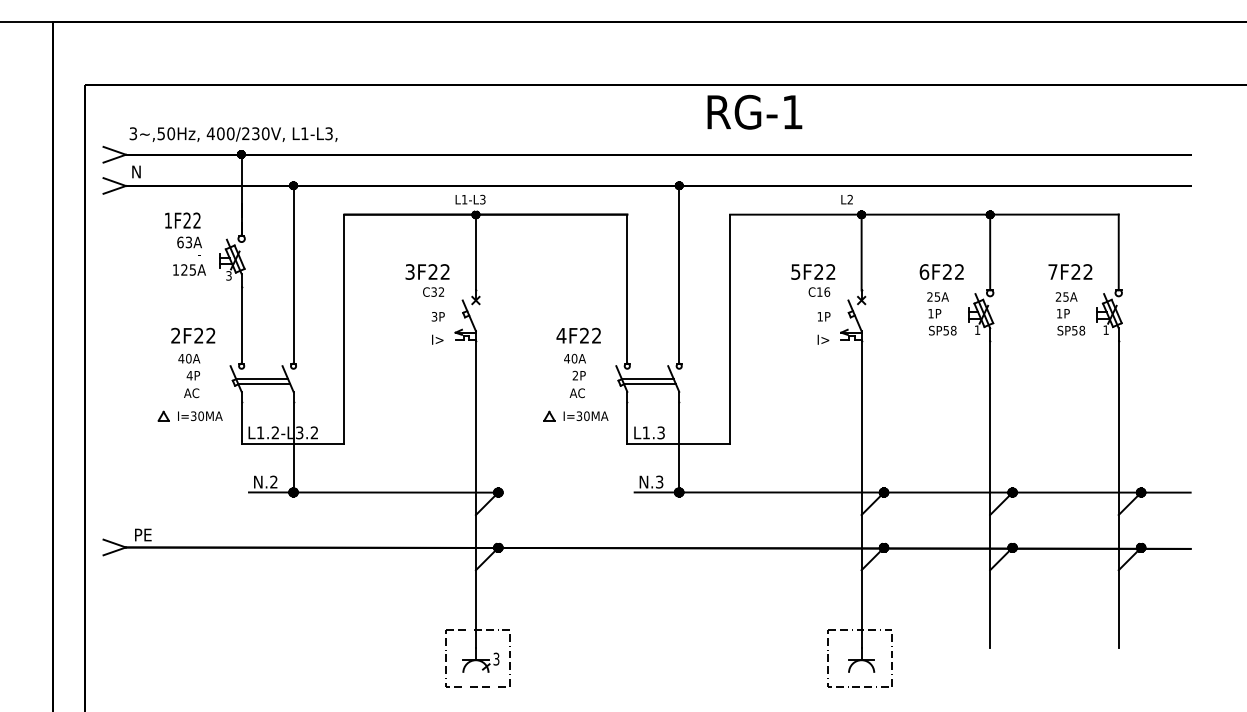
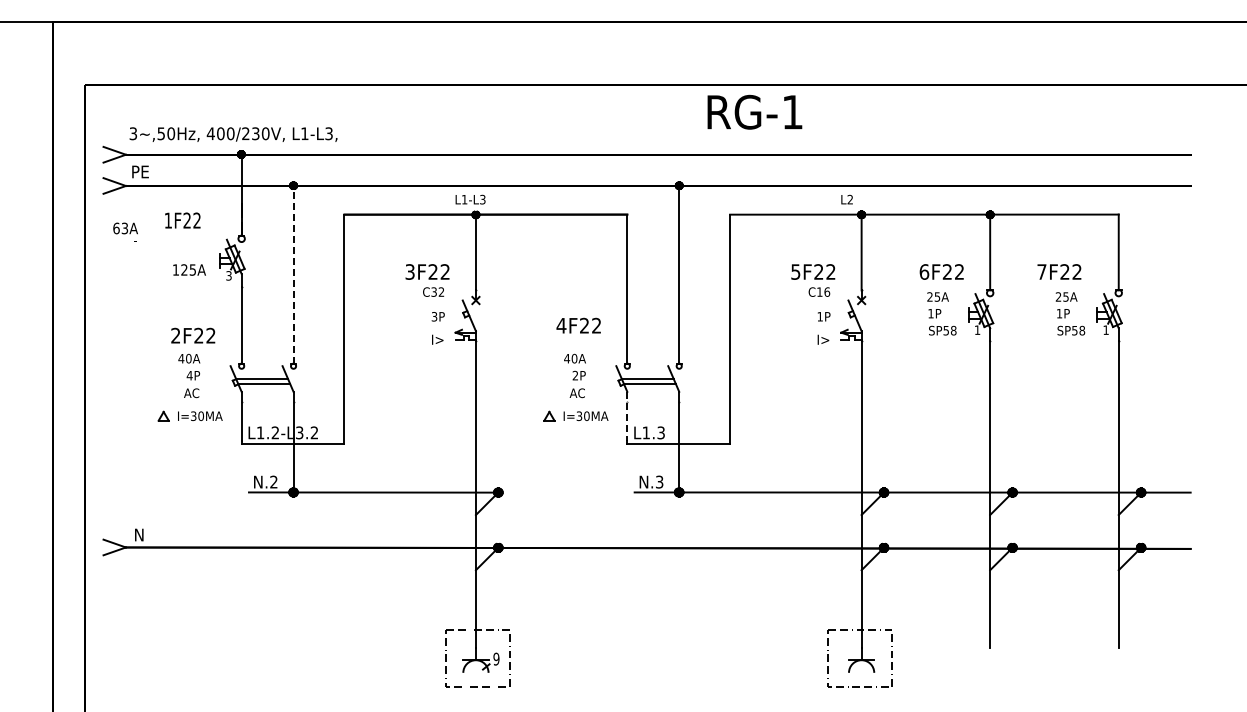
text at (140, 171): N -> PE
text at (189, 245) position: (189, 245) -> (125, 231)
text at (1070, 271) position: (1070, 271) -> (1059, 271)
line at (293, 274): solid -> dashed
text at (578, 335) position: (578, 335) -> (578, 325)
line at (627, 416): solid -> dashed
text at (143, 534): PE -> N
text at (496, 658): 3 -> 9
